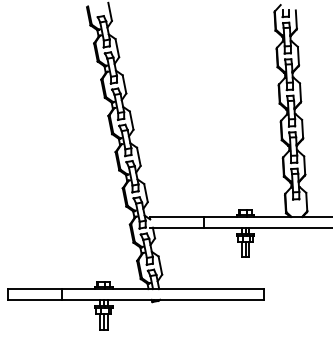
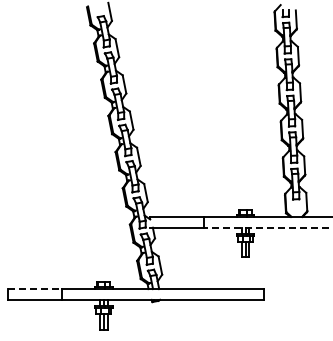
line at (267, 227): solid -> dashed
line at (35, 289): solid -> dashed
